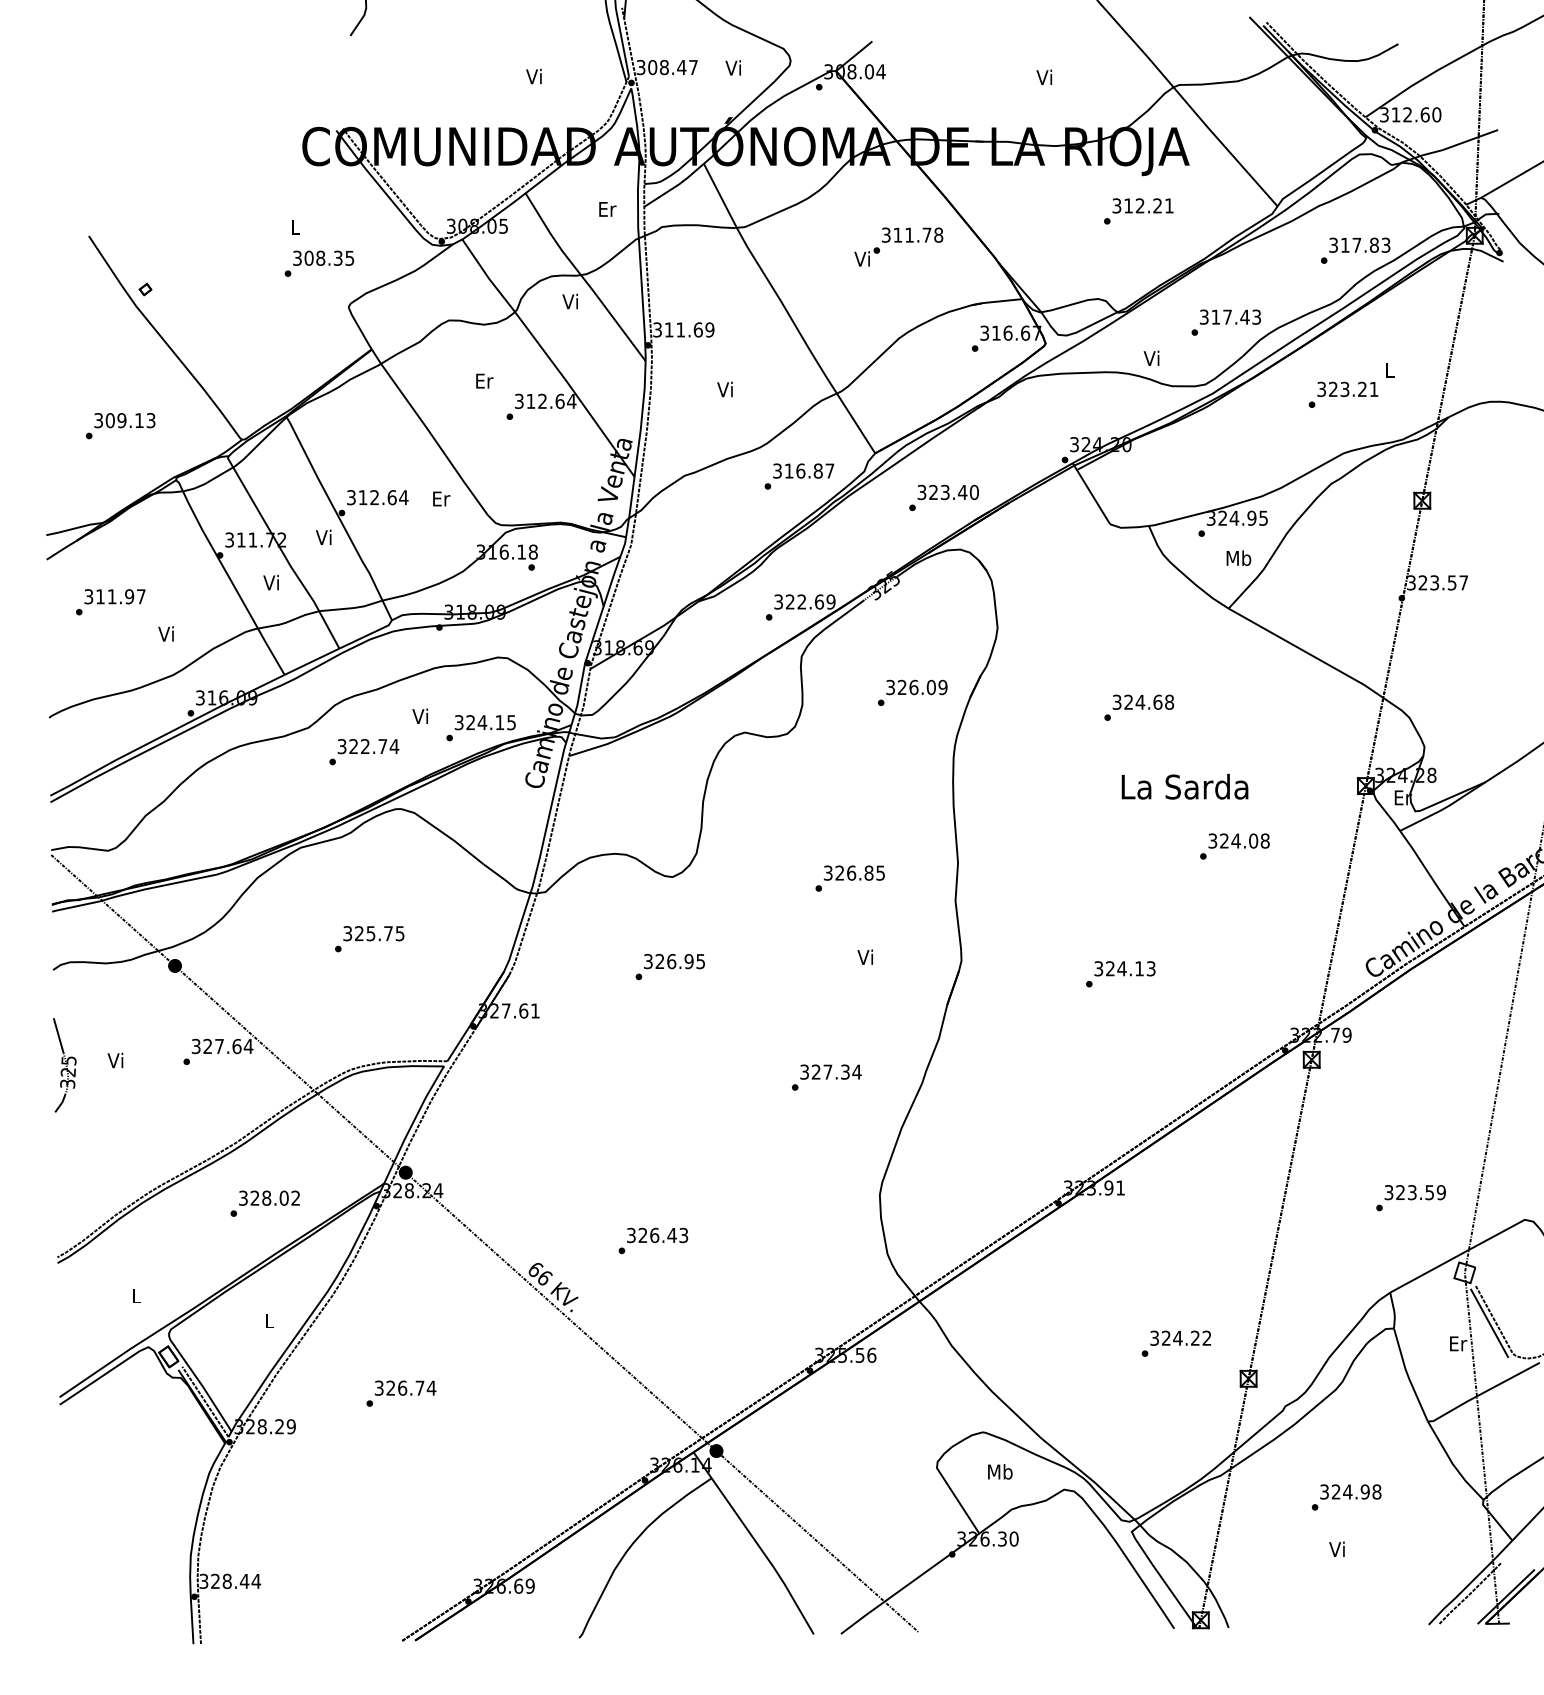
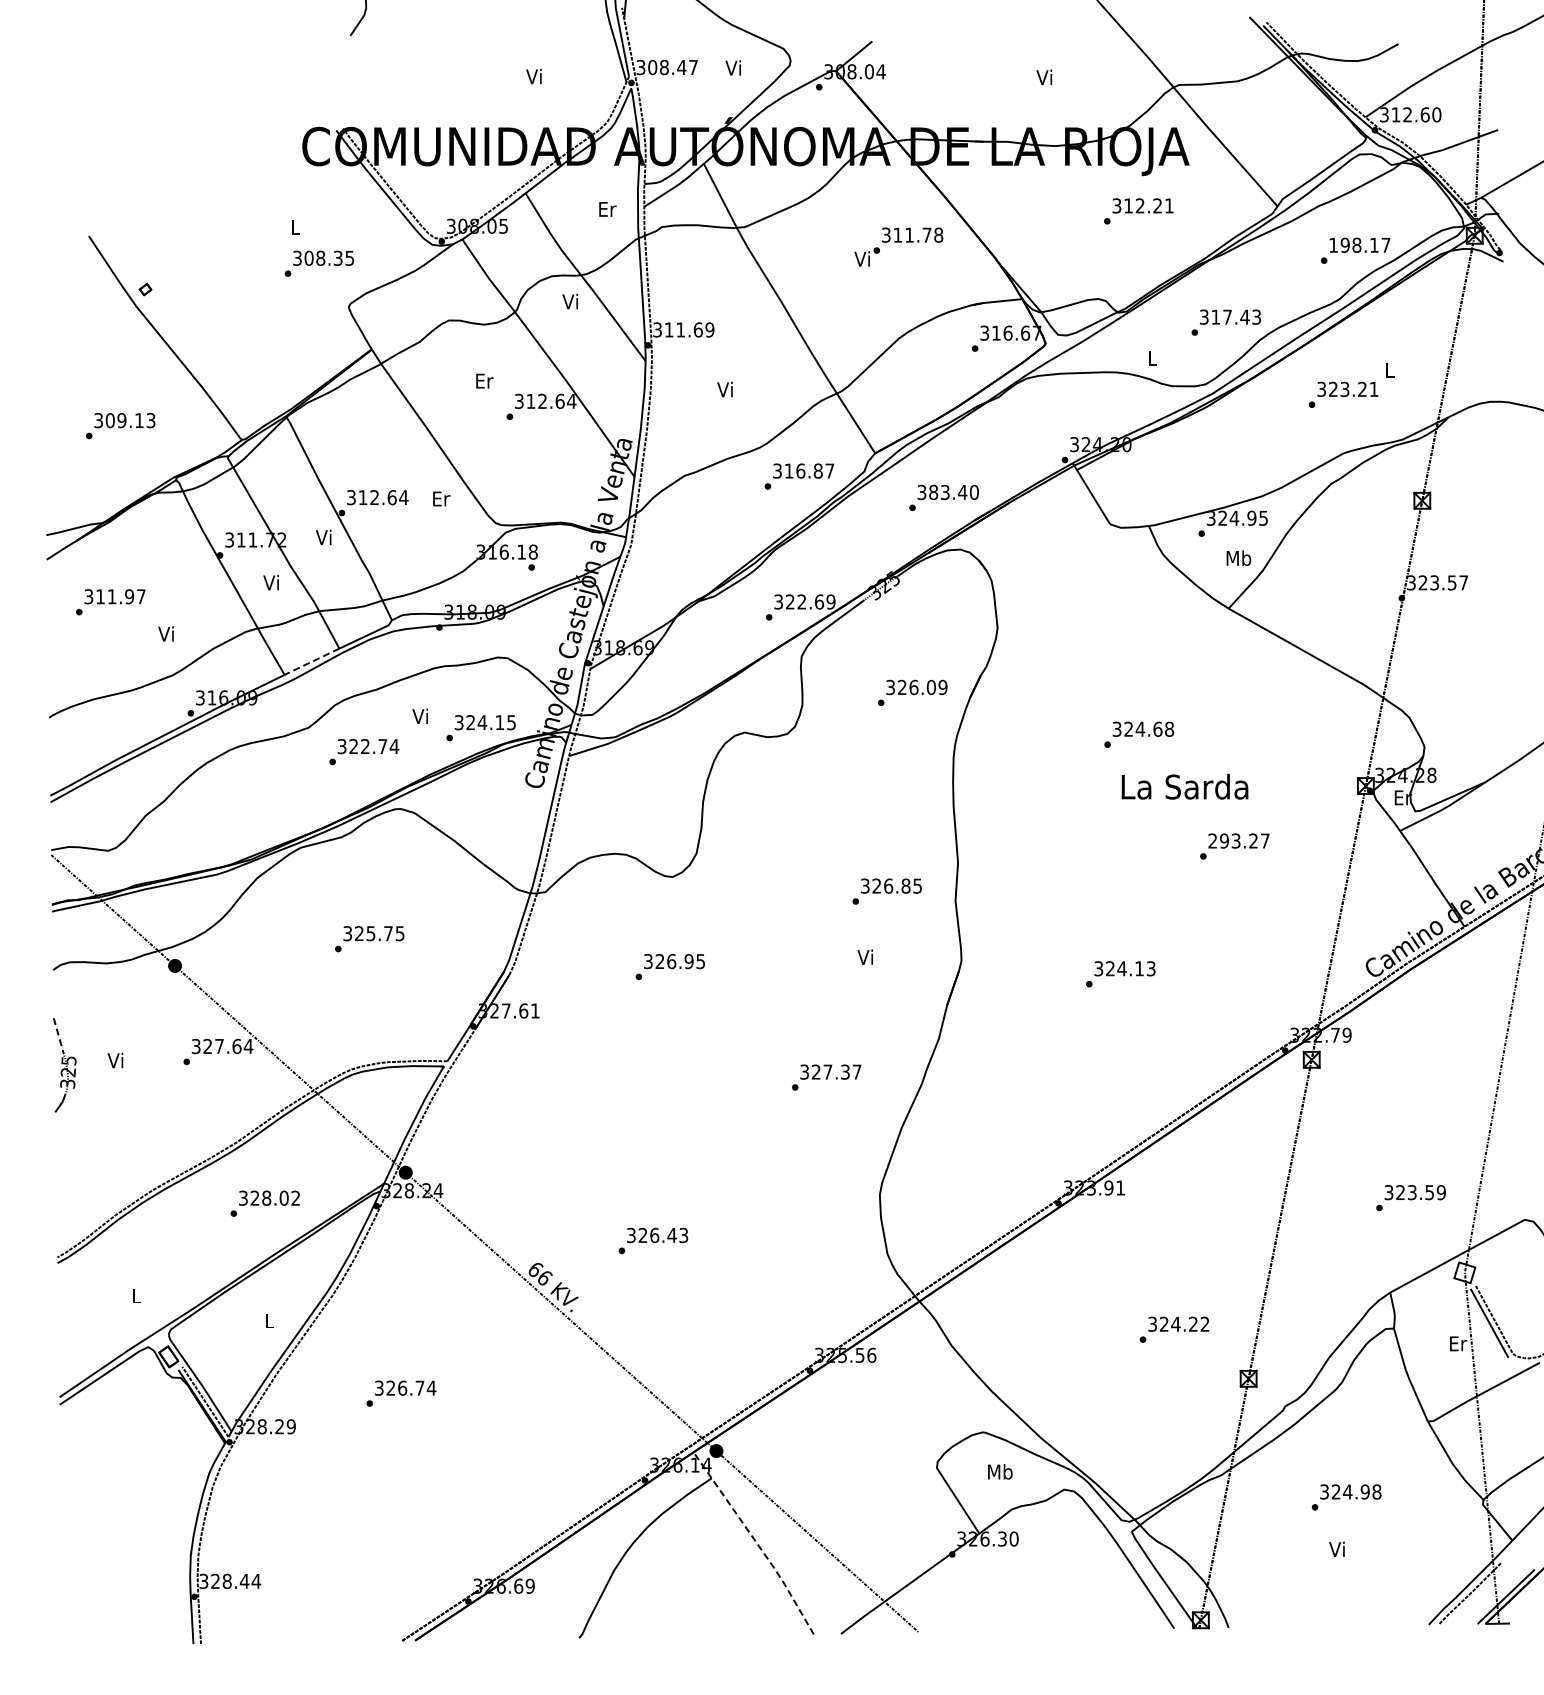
text at (1359, 244): 317.83 -> 198.17
text at (1151, 357): Vi -> L
text at (933, 492): 323.40 -> 383.40
line at (312, 661): solid -> dashed
text at (1139, 707) position: (1139, 707) -> (1139, 734)
text at (1238, 840): 324.08 -> 293.27
text at (849, 878) position: (849, 878) -> (886, 891)
line at (58, 1036): solid -> dashed
text at (856, 1071): 327.34 -> 327.37
text at (1175, 1343) position: (1175, 1343) -> (1173, 1329)
line at (756, 1542): solid -> dashed
